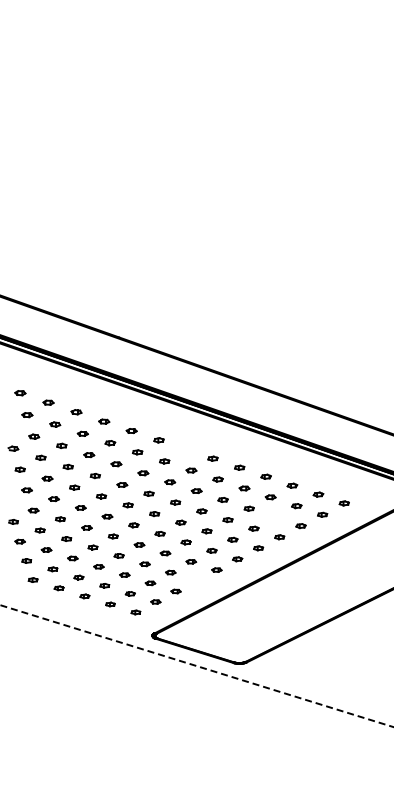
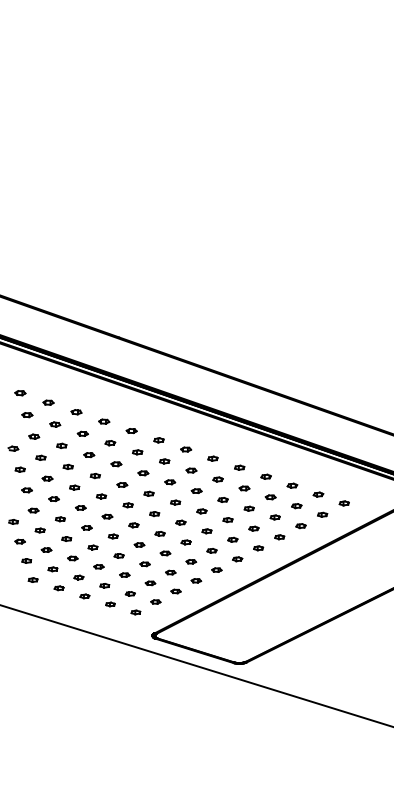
part at (186, 449): none -> present
part at (274, 517): none -> present
part at (196, 580): none -> present
line at (196, 665): dashed -> solid
